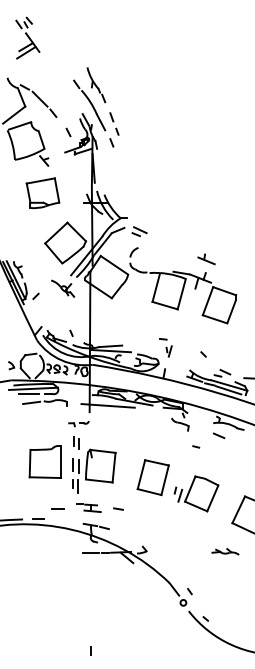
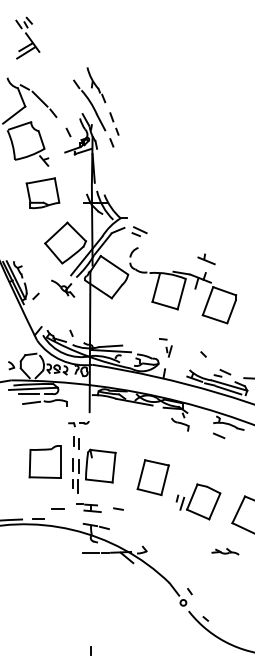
line at (107, 405): present -> none
line at (196, 446): present -> none
part at (196, 493) position: (196, 493) -> (198, 501)
